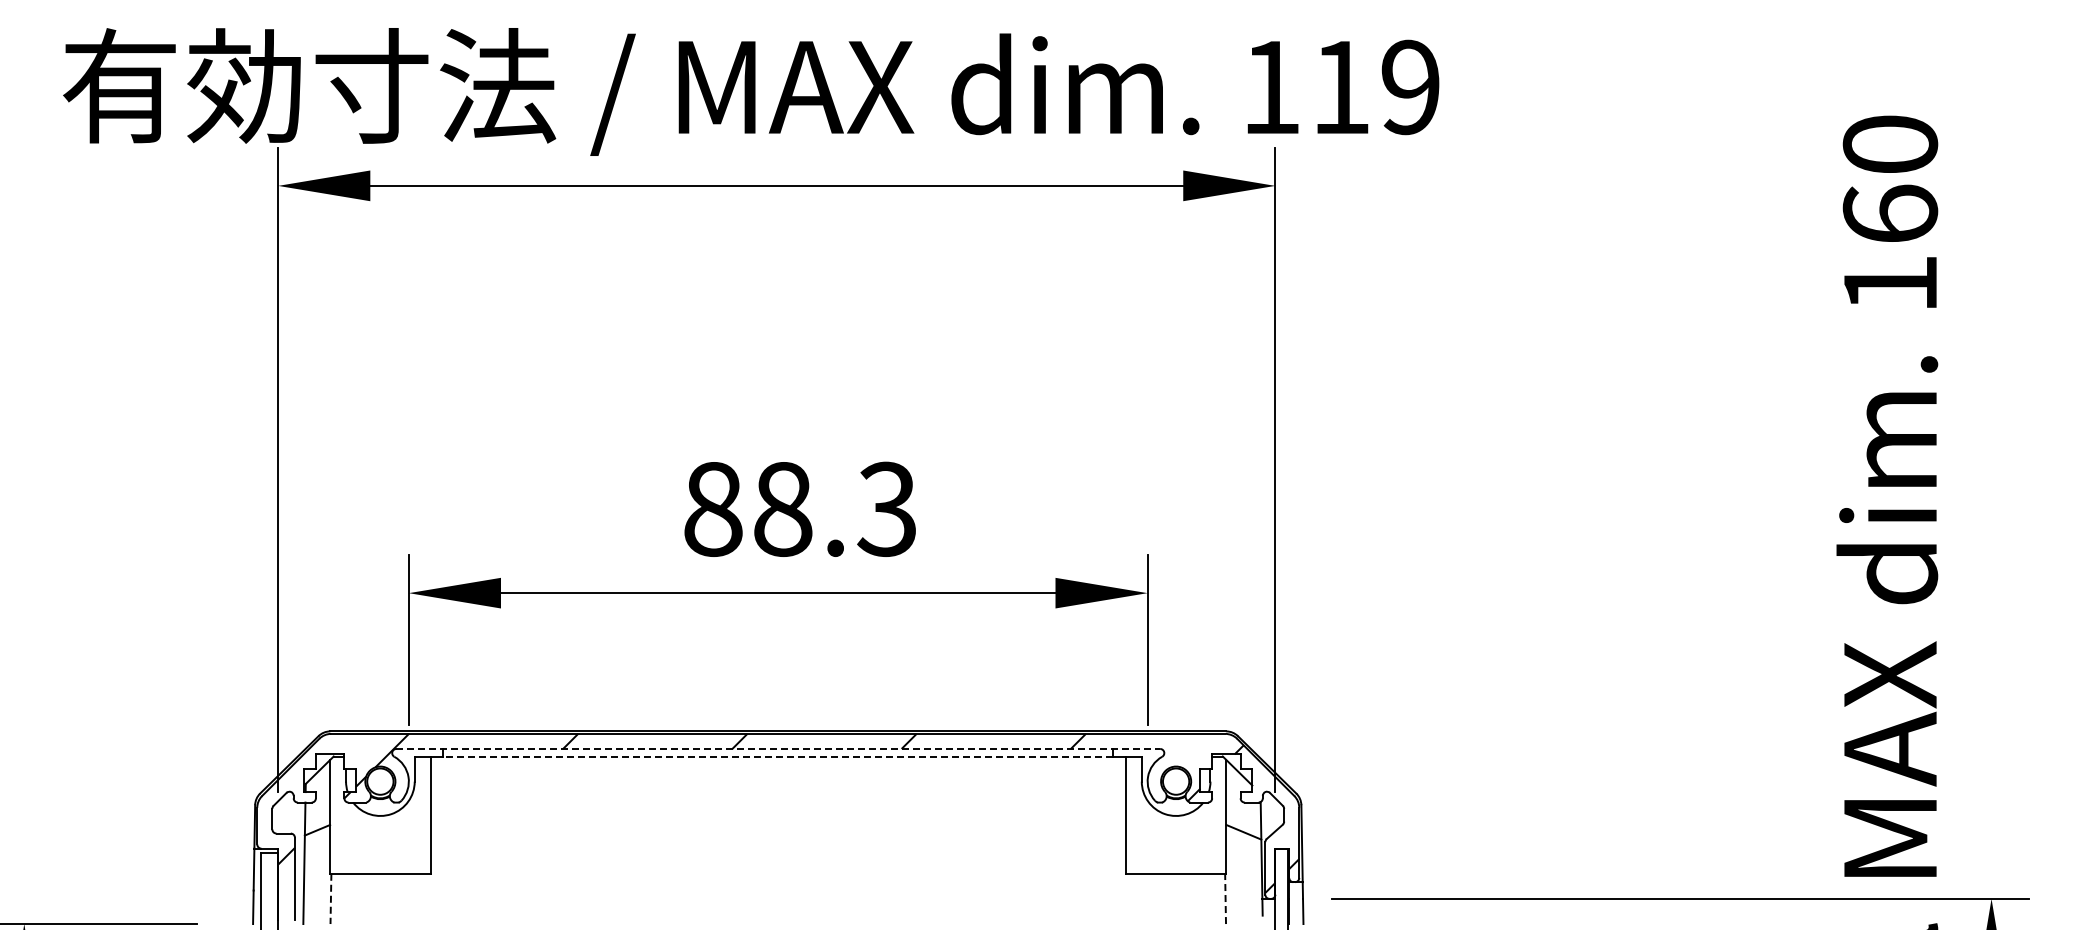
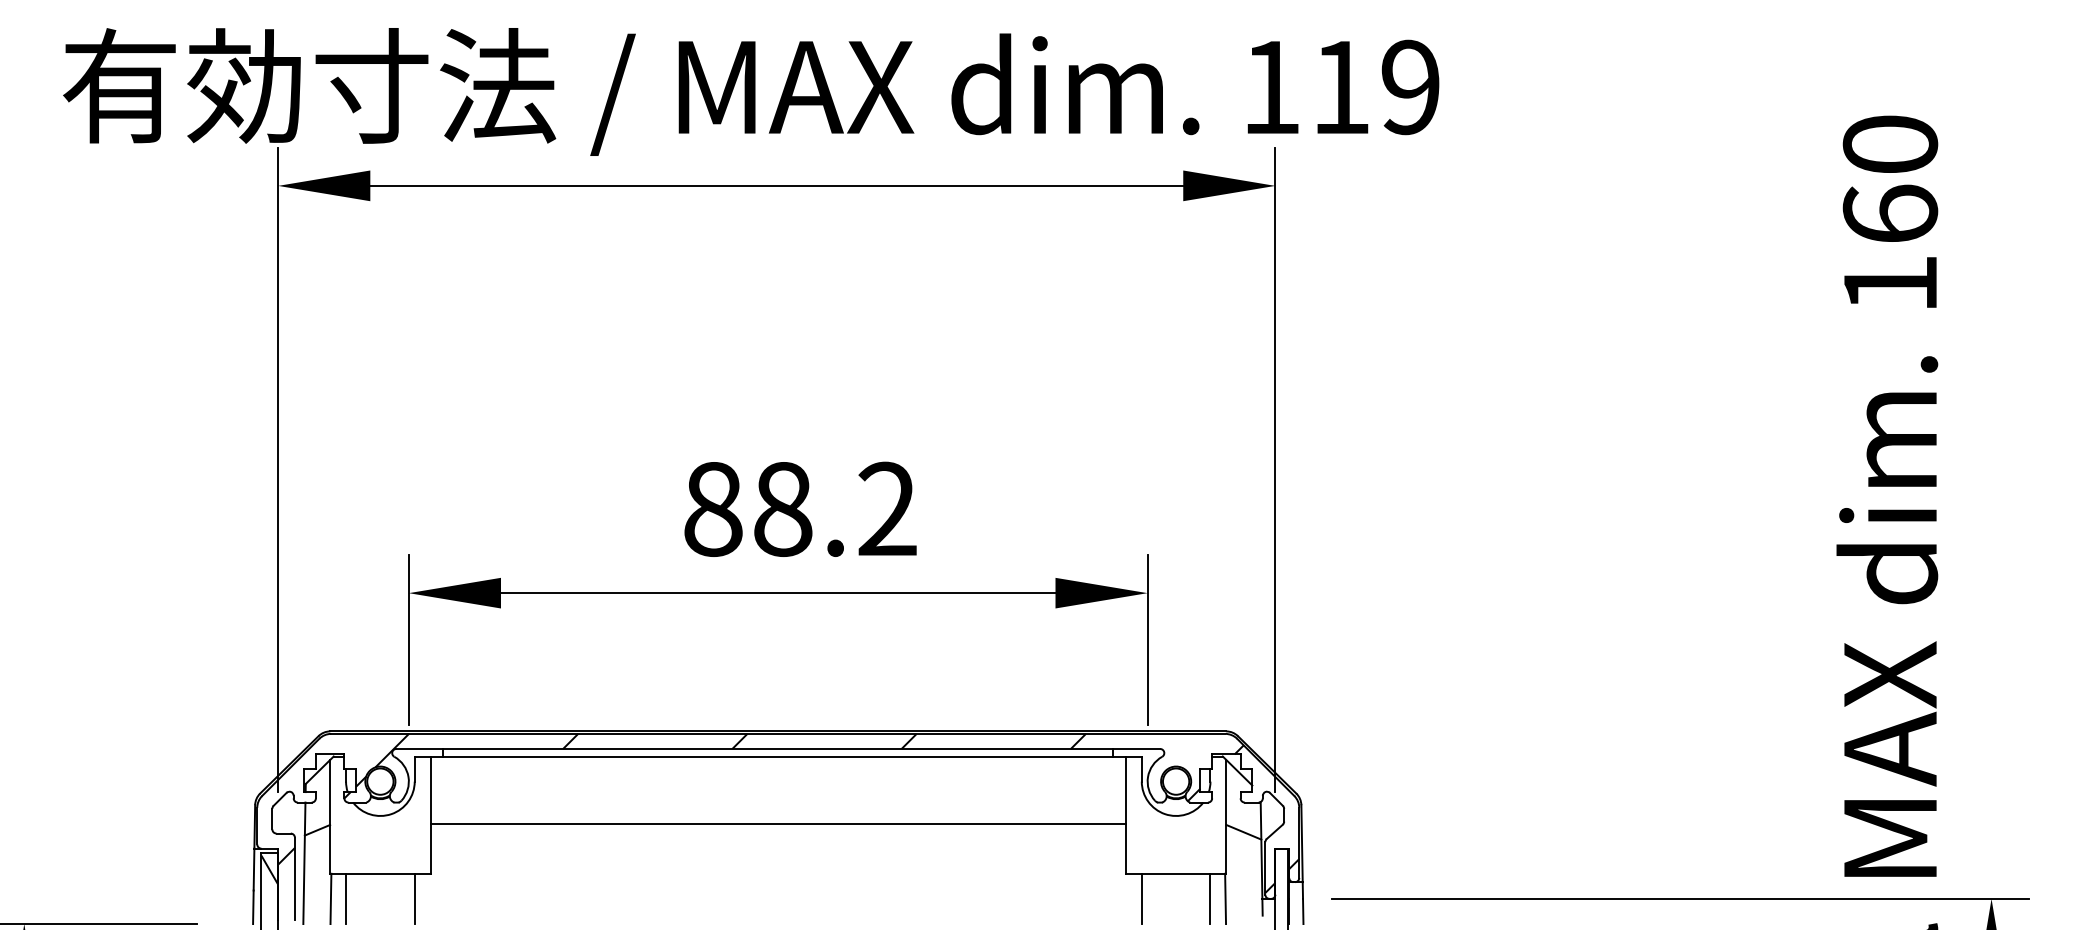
text at (886, 508): 88.3 -> 88.2
line at (778, 748): dashed -> solid
line at (777, 756): dashed -> solid
line at (777, 823): none -> present
hatch at (269, 869): none -> present
line at (346, 898): none -> present
line at (414, 898): none -> present
line at (1141, 898): none -> present
line at (1210, 898): none -> present
line at (1225, 898): dashed -> solid
line at (330, 899): dashed -> solid
